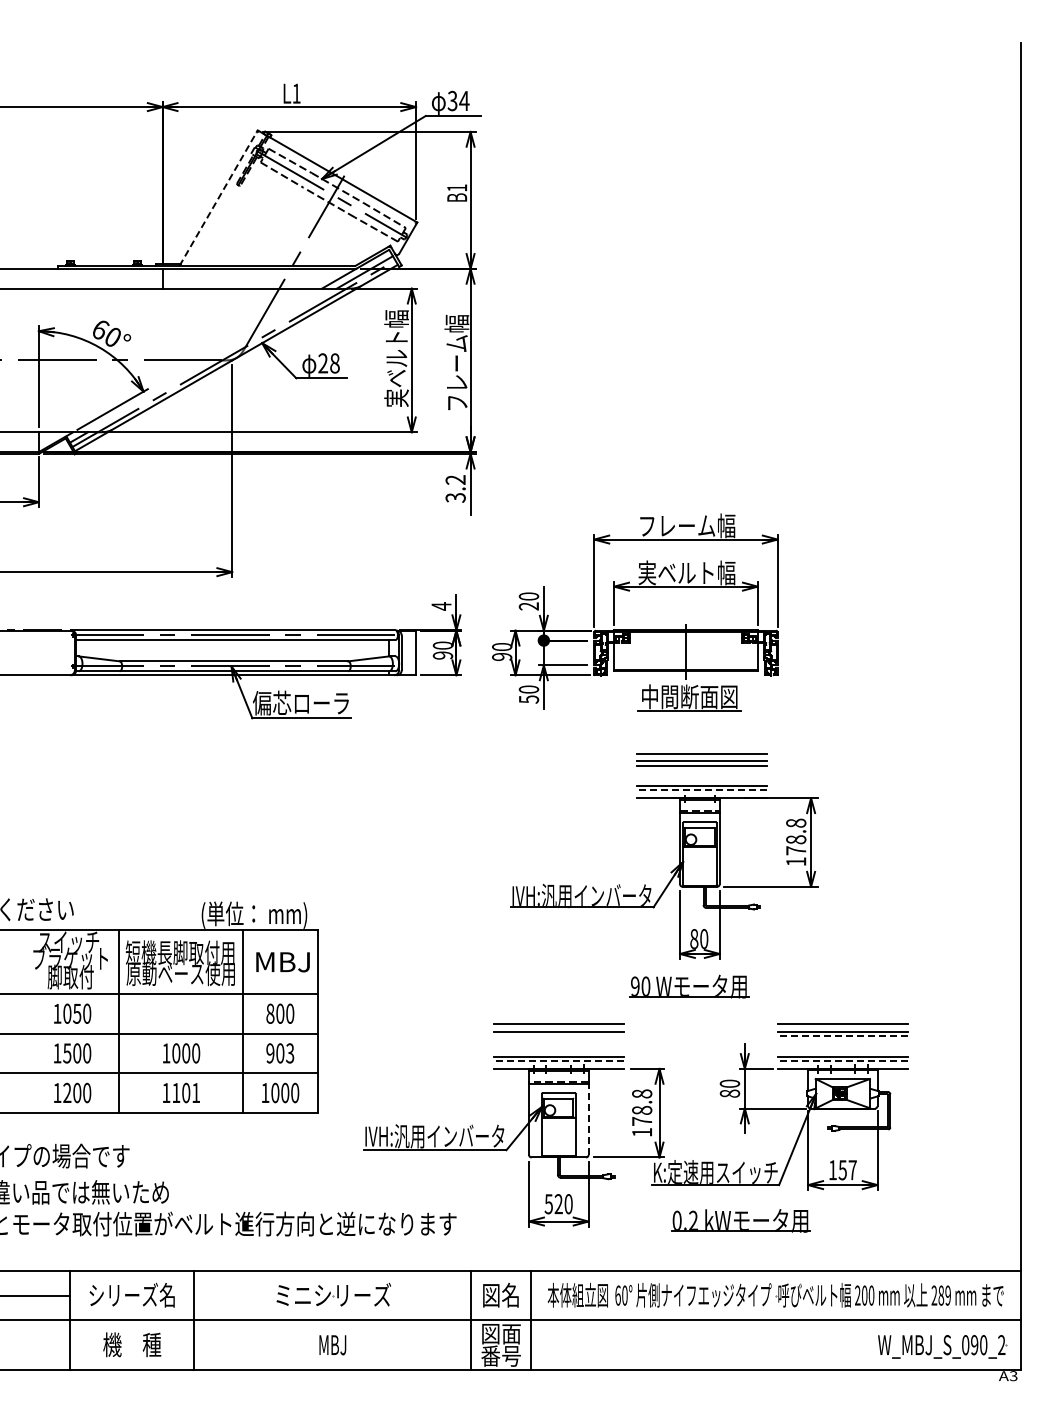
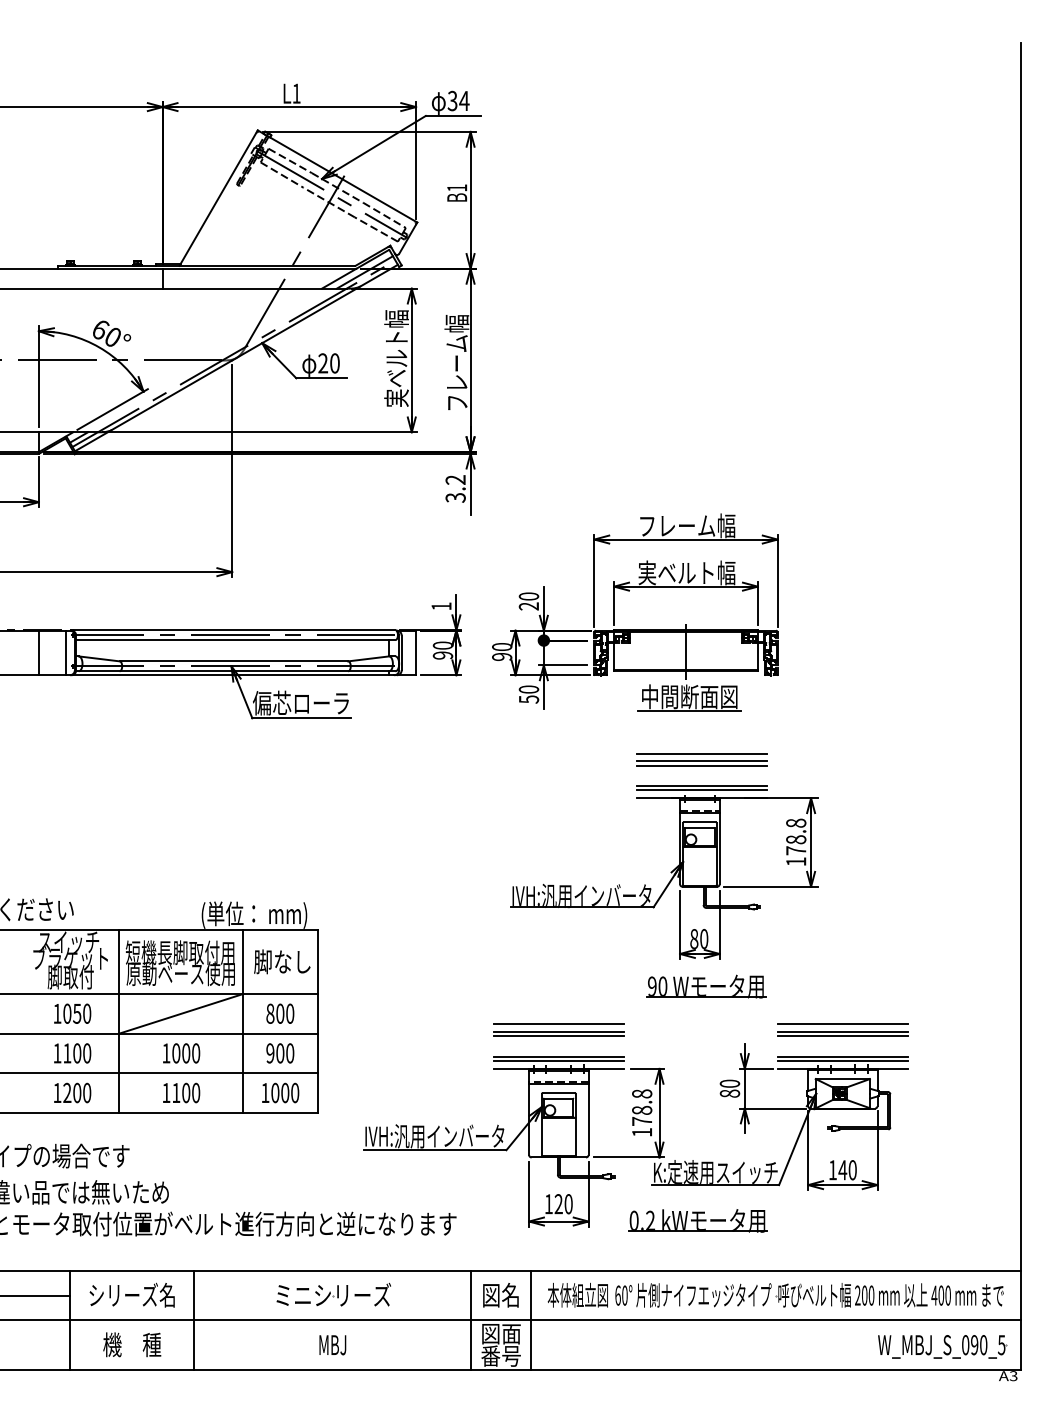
line at (218, 197): dashed -> solid
text at (334, 363): 28 -> 20
text at (441, 606): 4 -> 1
line at (39, 652): none -> present
line at (65, 652): none -> present
line at (701, 790): dashed -> solid
text at (282, 961): MBJ -> 脚なし
part at (689, 986) position: (689, 986) -> (706, 986)
line at (181, 1013): none -> present
line at (558, 1036): none -> present
line at (842, 1036): dashed -> solid
text at (67, 1053): 1500 -> 1100
text at (290, 1053): 903 -> 900
line at (558, 1061): dashed -> solid
line at (842, 1061): dashed -> solid
text at (196, 1092): 1101 -> 1100
line at (588, 1118): dashed -> solid
text at (847, 1170): 157 -> 140
text at (548, 1204): 520 -> 120
part at (740, 1220) position: (740, 1220) -> (697, 1220)
text at (940, 1295): 289 -> 400
text at (1001, 1345): W_MBJ_S_090_2 -> W_MBJ_S_090_5
